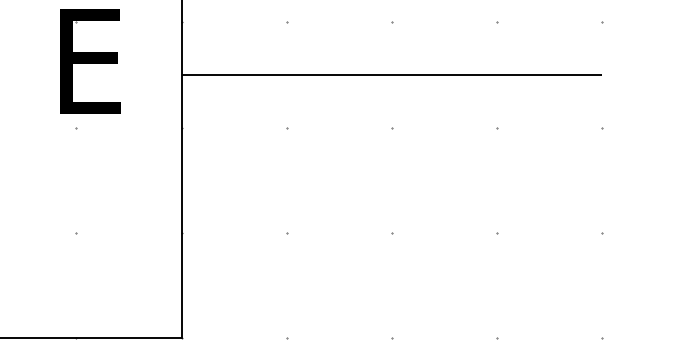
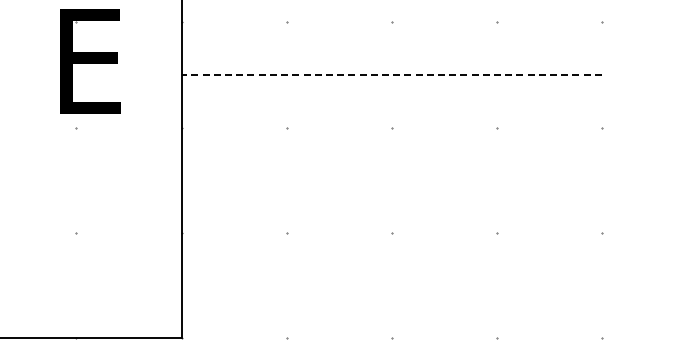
line at (391, 74): solid -> dashed
